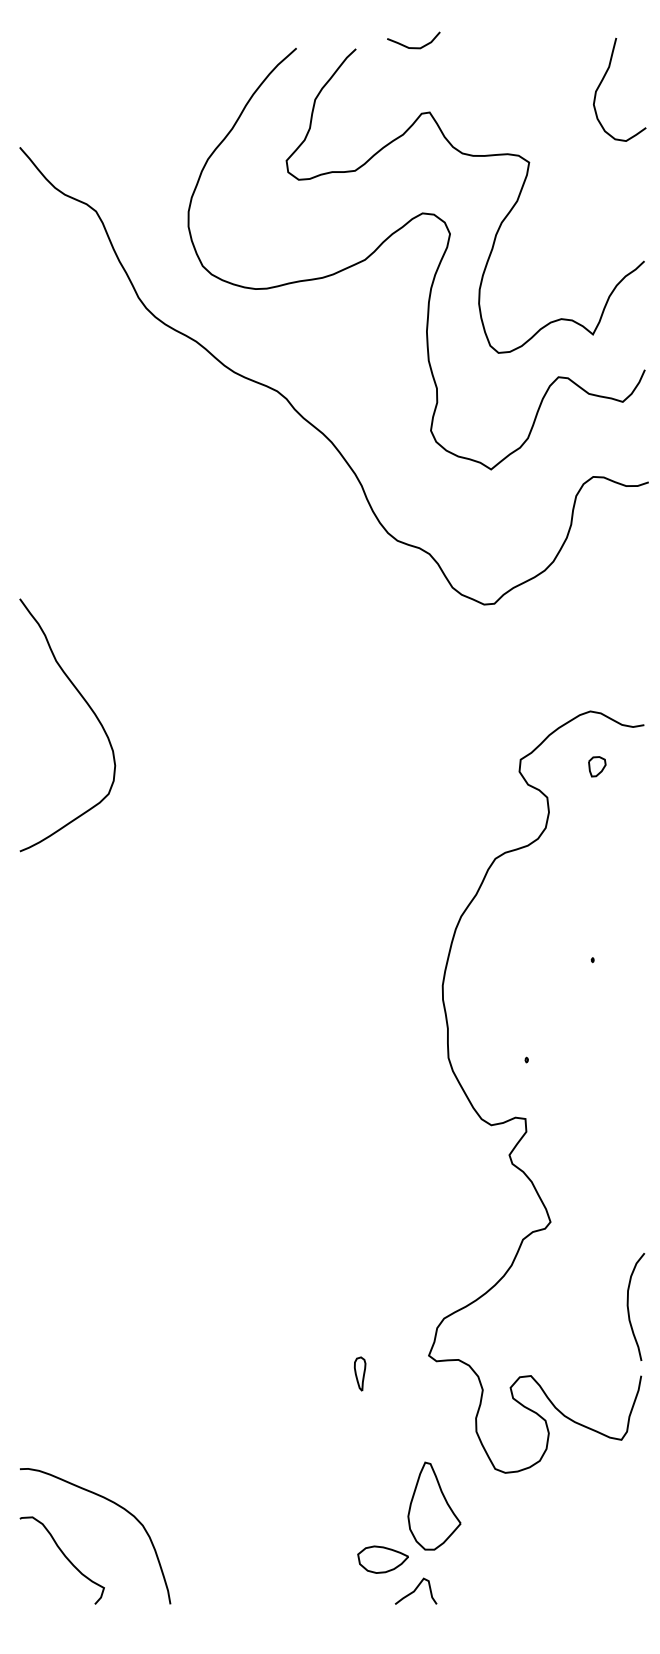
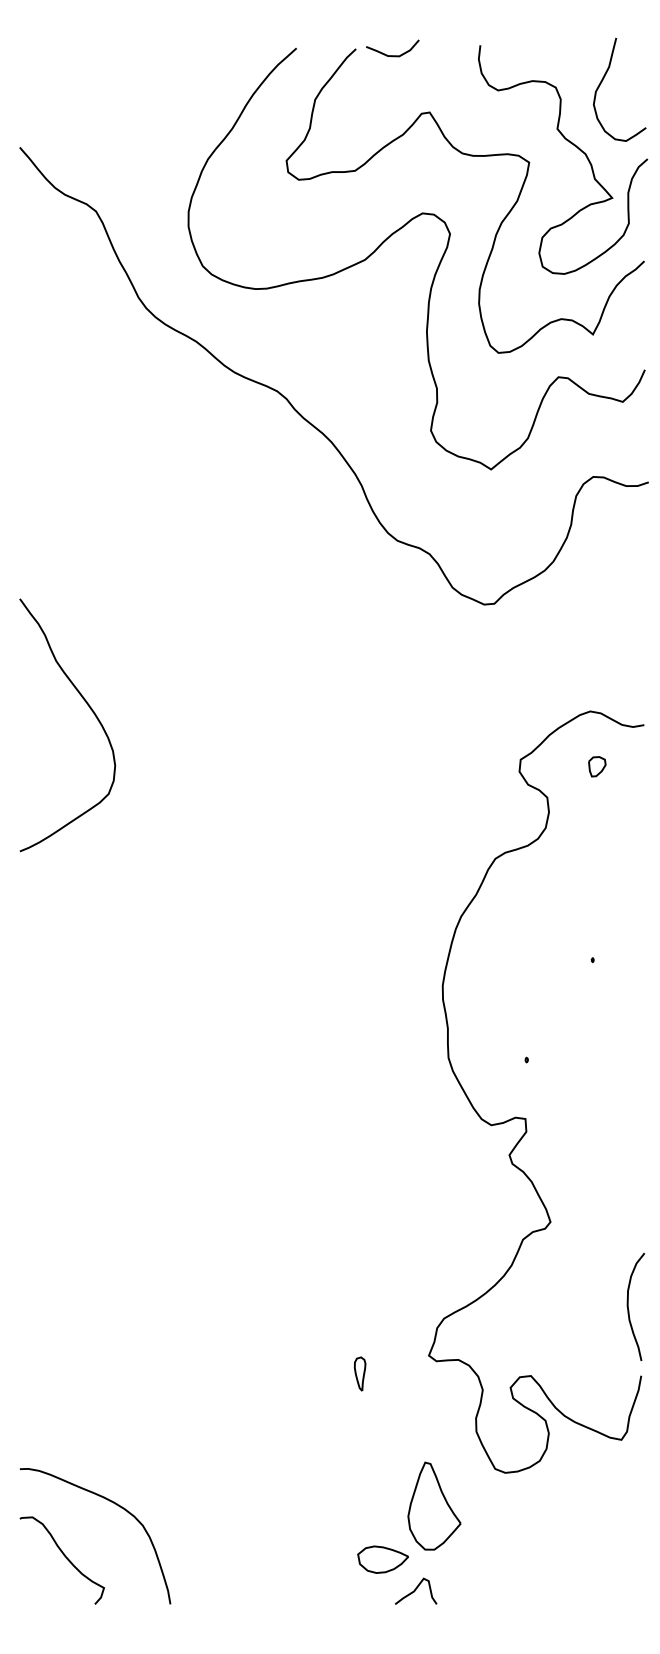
curve at (413, 47) position: (413, 47) -> (392, 55)
curve at (571, 144): none -> present
